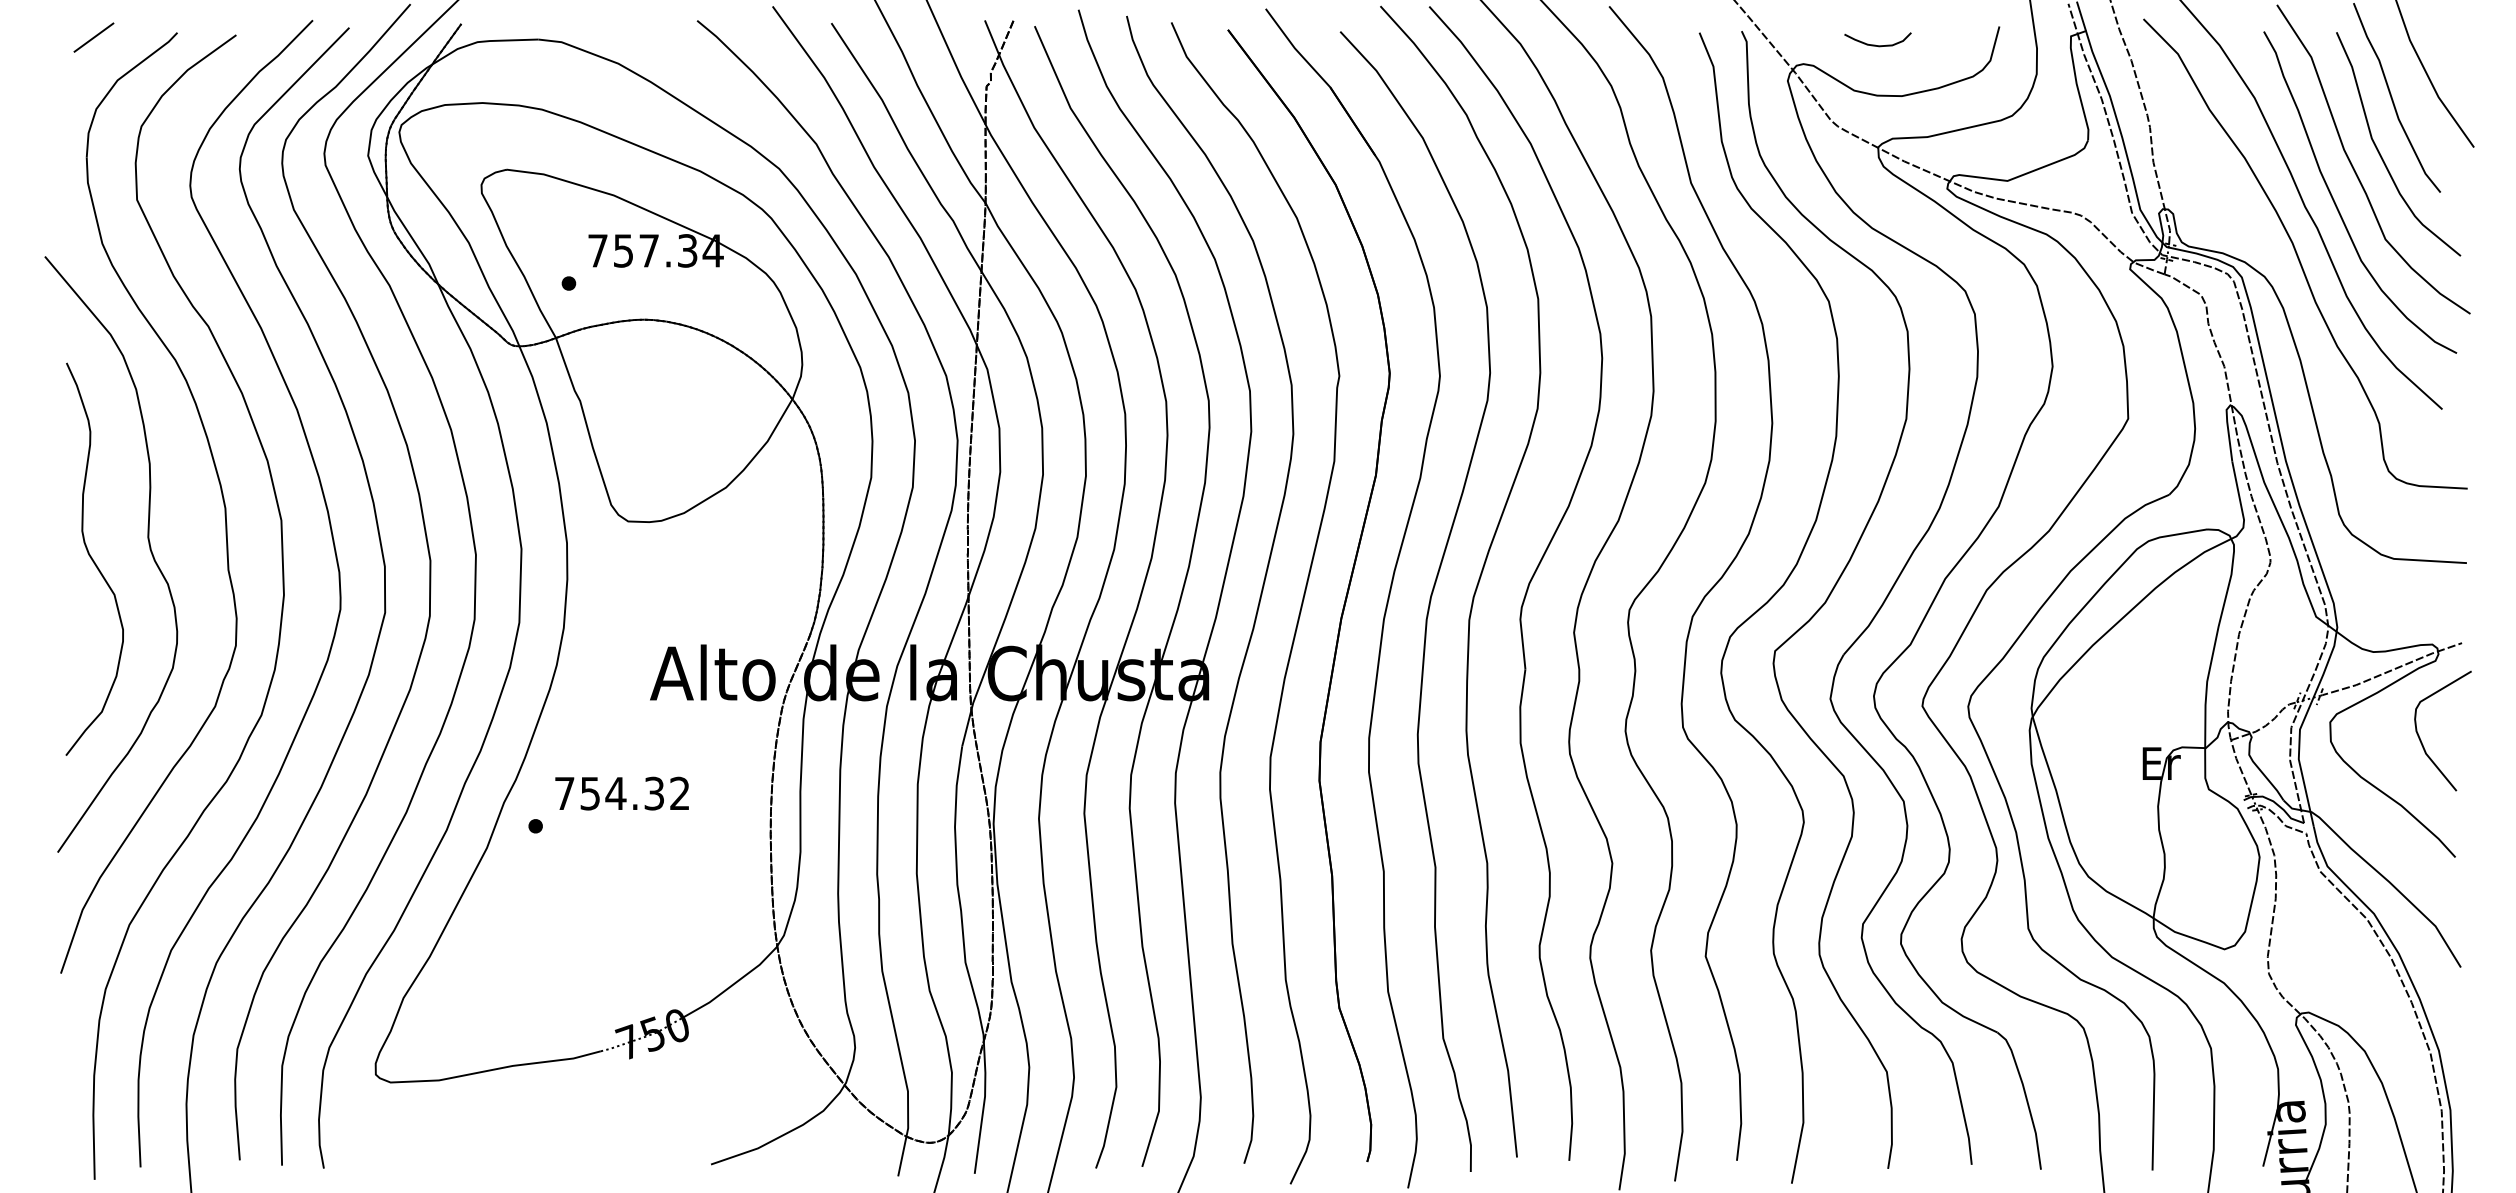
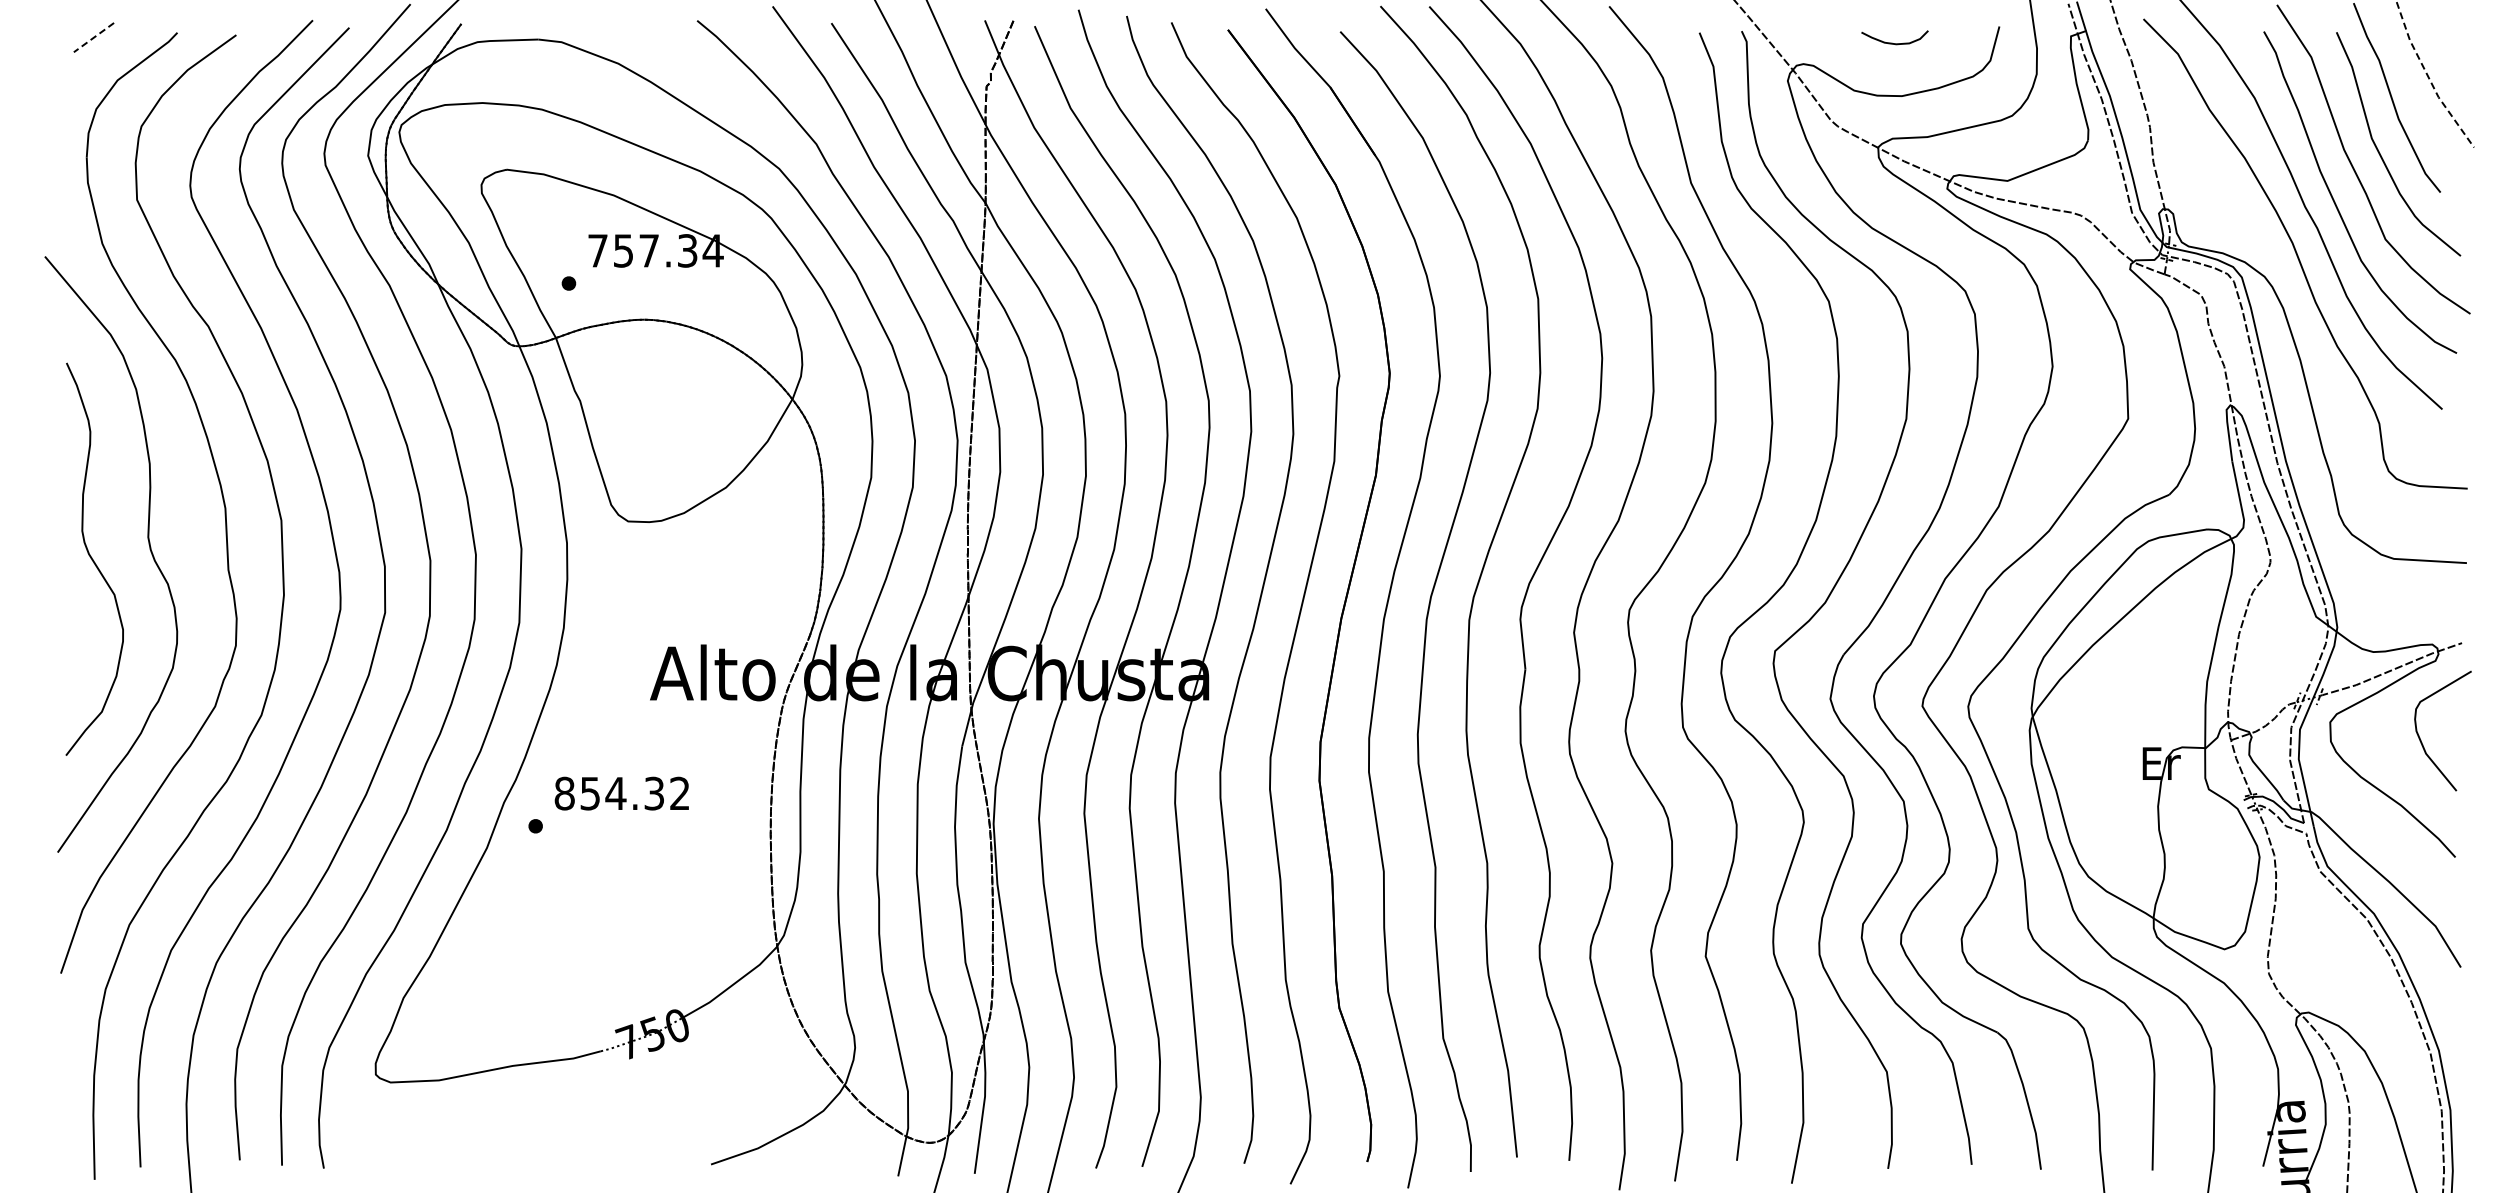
line at (93, 37): solid -> dashed
curve at (1875, 44) position: (1875, 44) -> (1892, 42)
line at (2428, 77): solid -> dashed
text at (564, 793): 754.32 -> 854.32
